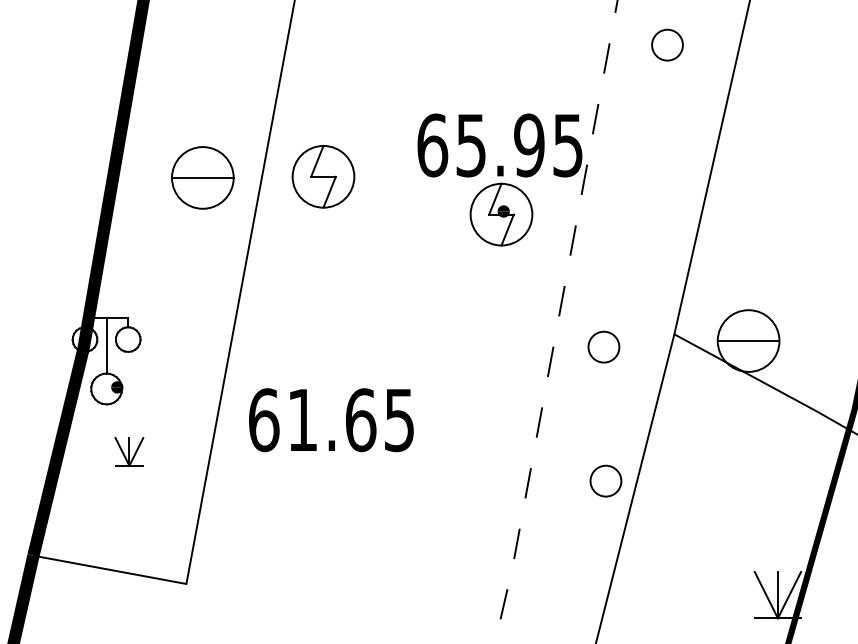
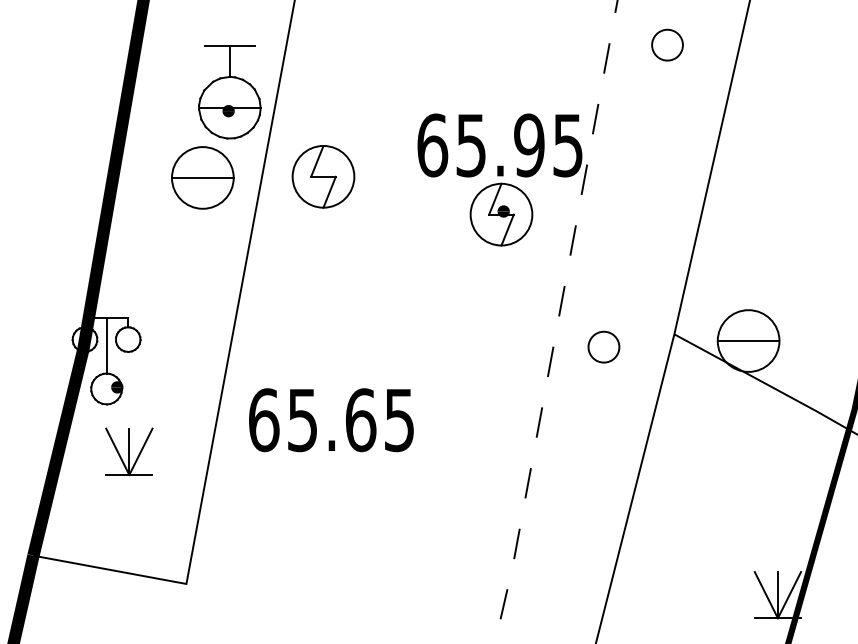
part at (229, 92): none -> present
text at (302, 420): 61.65 -> 65.65
part at (129, 451) size: 31x30 px -> 49x50 px
part at (605, 480): present -> none
